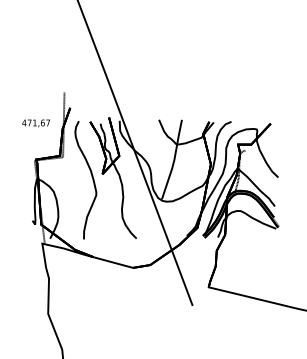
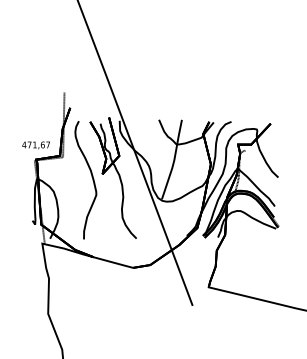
text at (35, 123) position: (35, 123) -> (35, 145)
